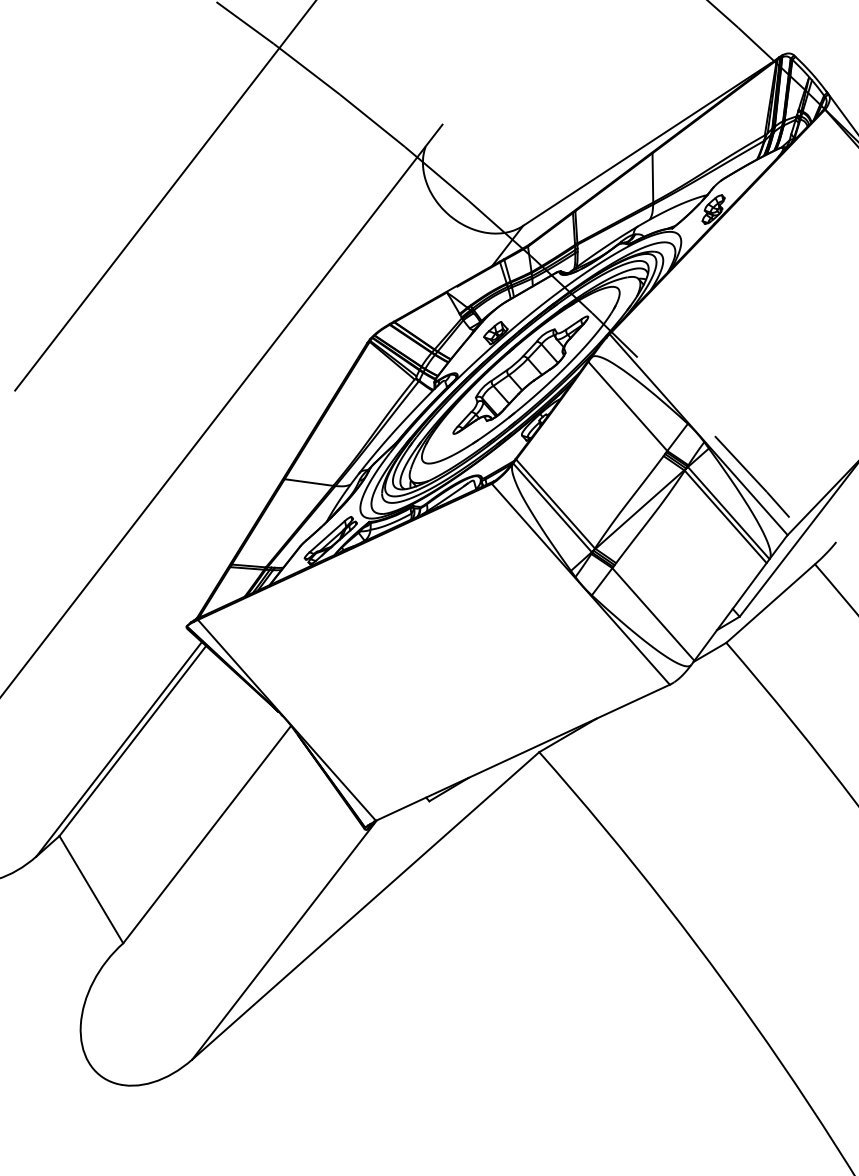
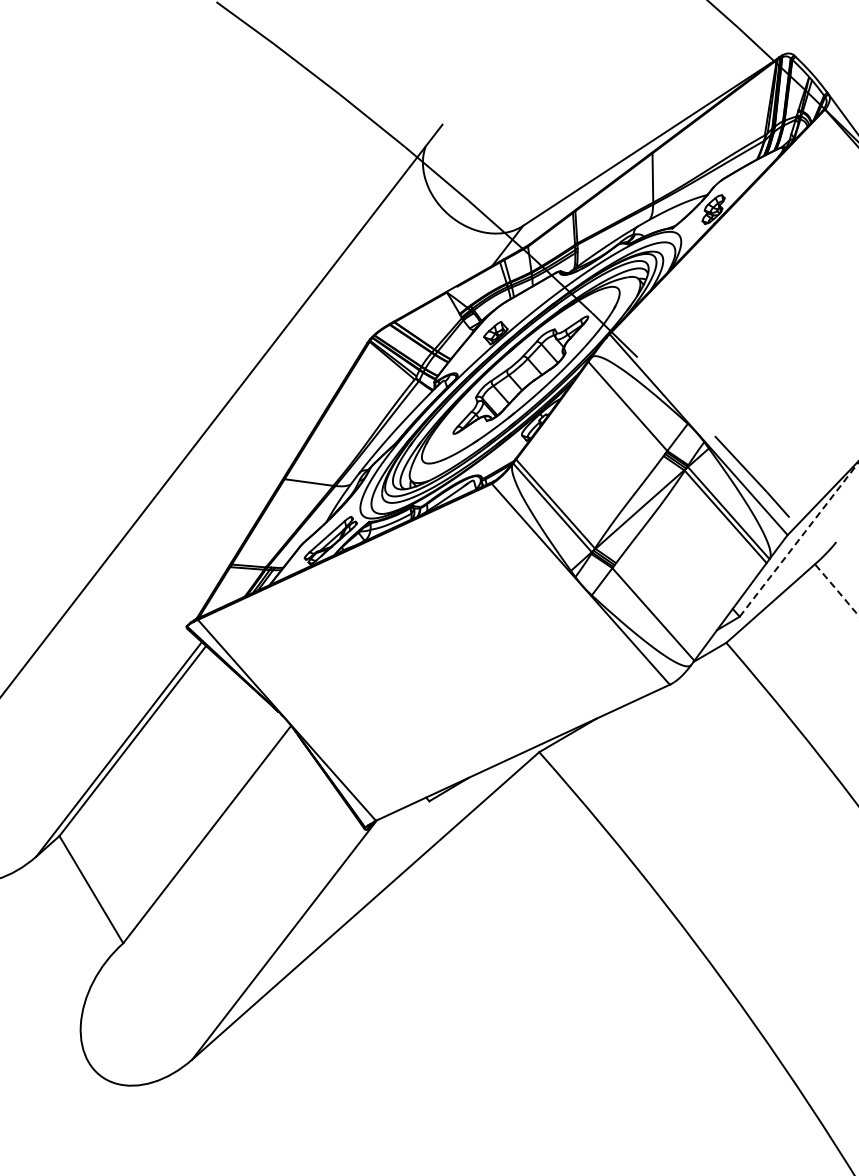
line at (164, 196): present -> none
line at (799, 539): solid -> dashed
arc at (837, 590): solid -> dashed
